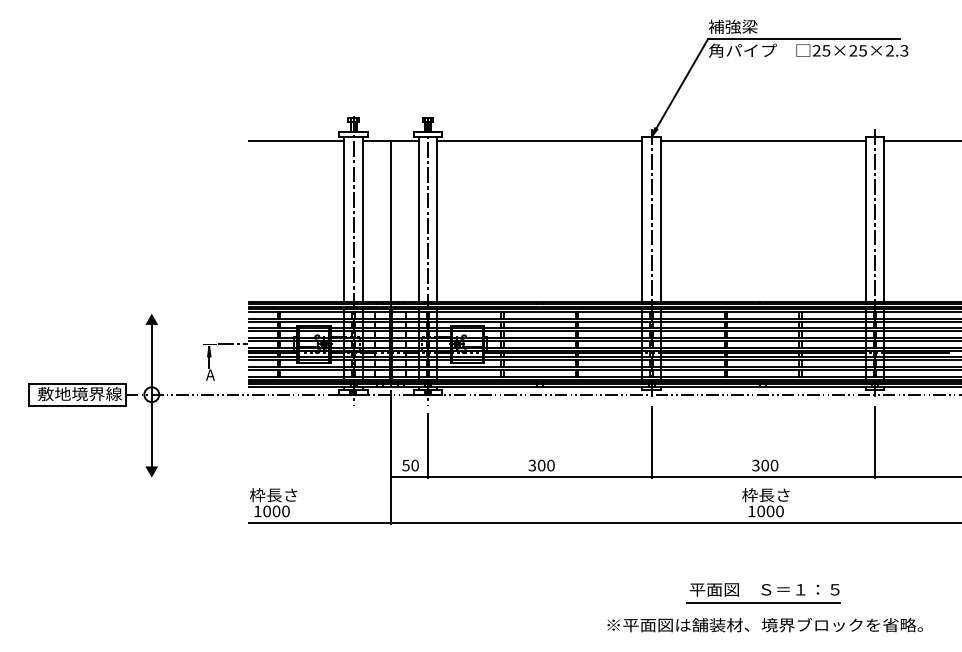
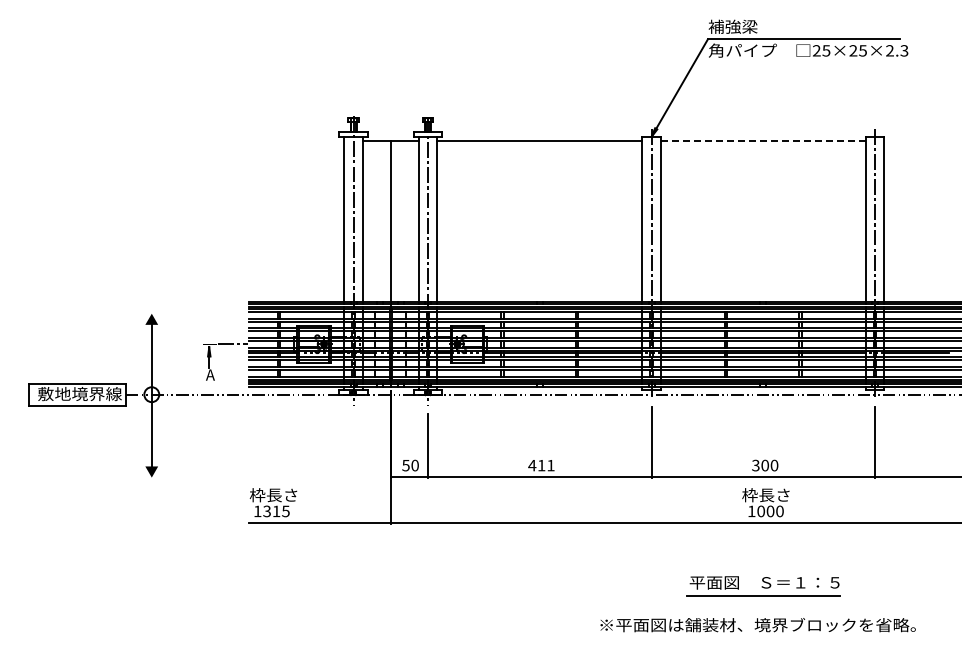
line at (296, 140): present -> none
line at (762, 140): solid -> dashed
line at (921, 140): present -> none
text at (541, 465): 300 -> 411
text at (276, 511): 1000 -> 1315
part at (763, 593) position: (763, 593) -> (763, 586)
text at (764, 625) position: (764, 625) -> (757, 625)
